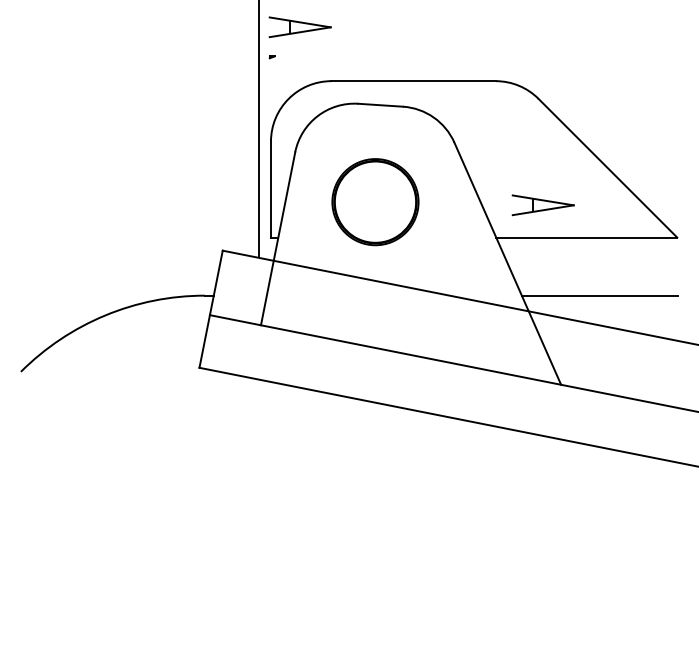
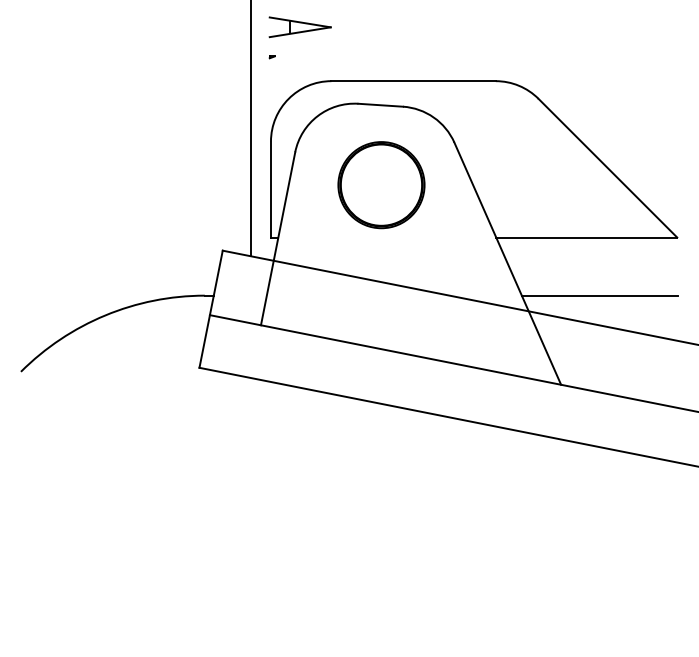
line at (259, 129) position: (259, 129) -> (251, 129)
part at (375, 202) position: (375, 202) -> (381, 185)
part at (542, 205): present -> none
